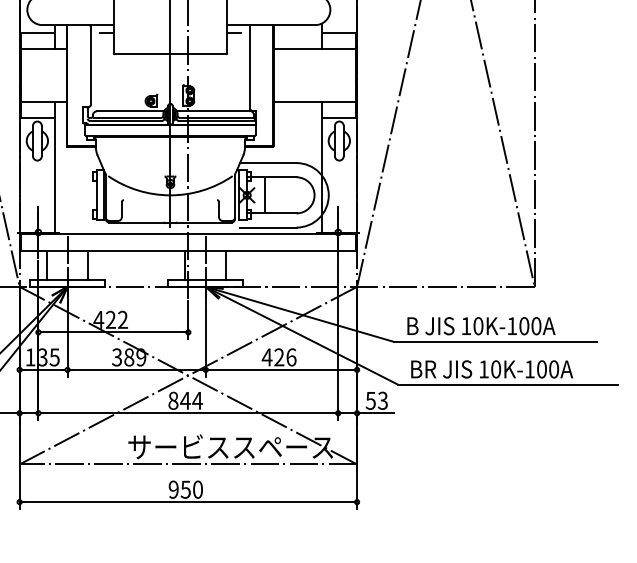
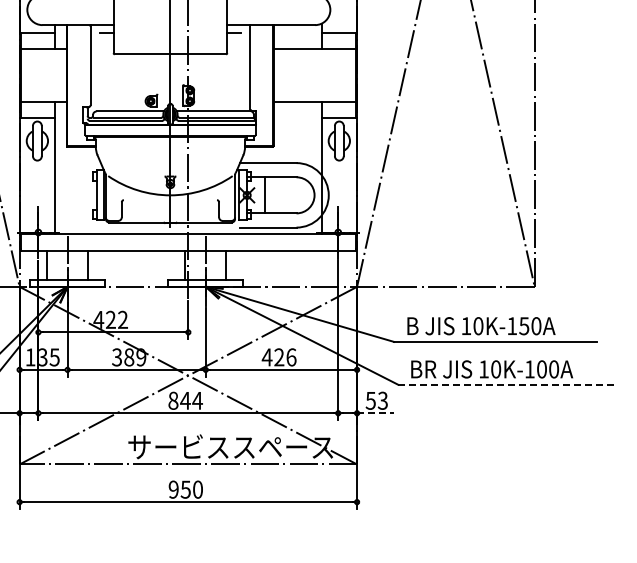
text at (524, 326): 10K-100A -> 10K-150A
line at (507, 384): solid -> dashed
line at (375, 413): solid -> dashed
